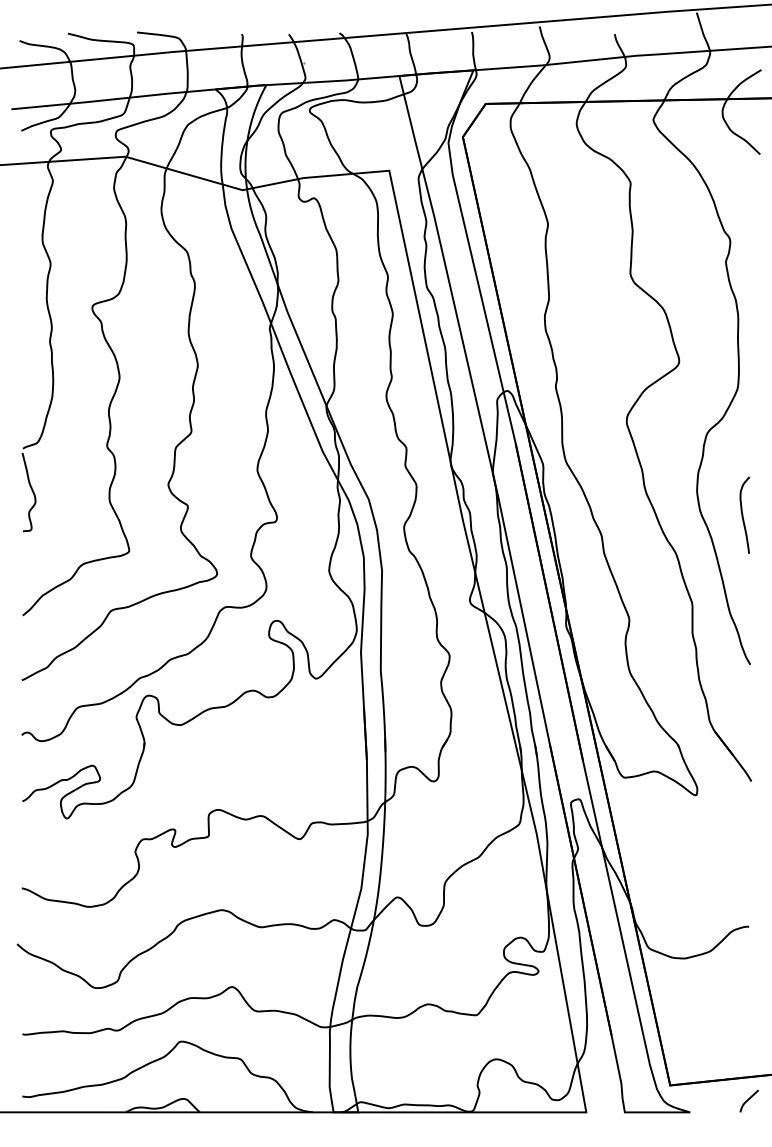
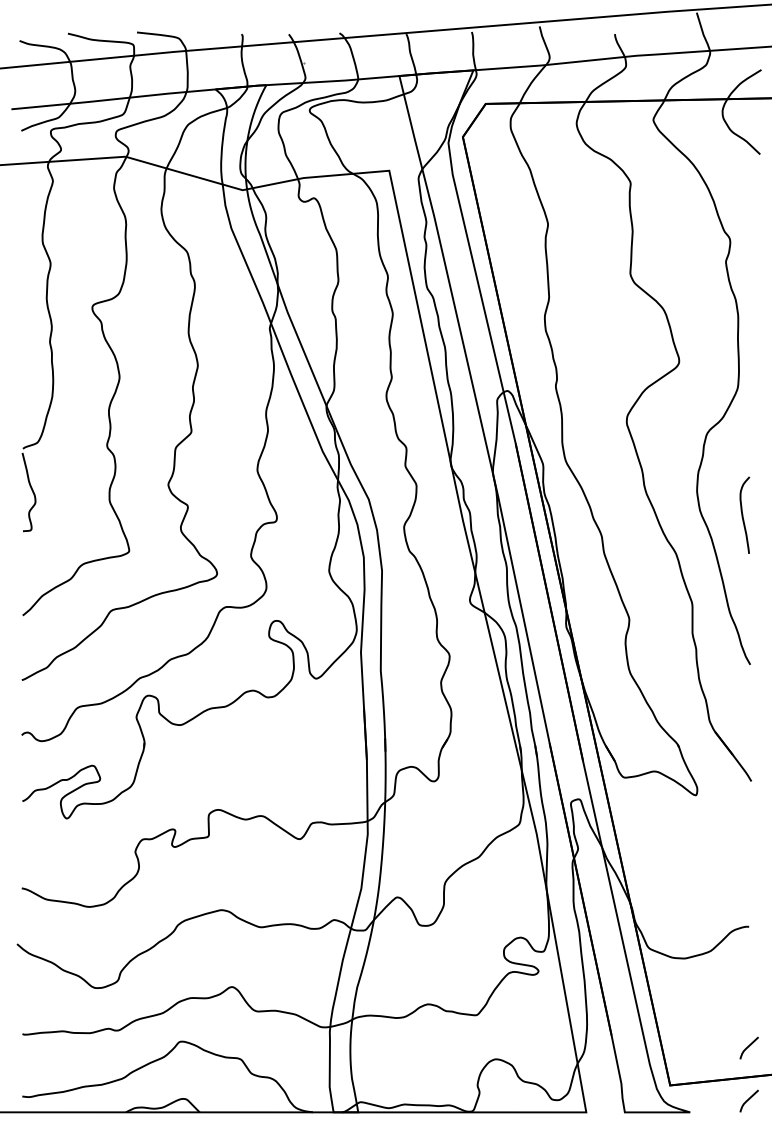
curve at (748, 1047): none -> present
